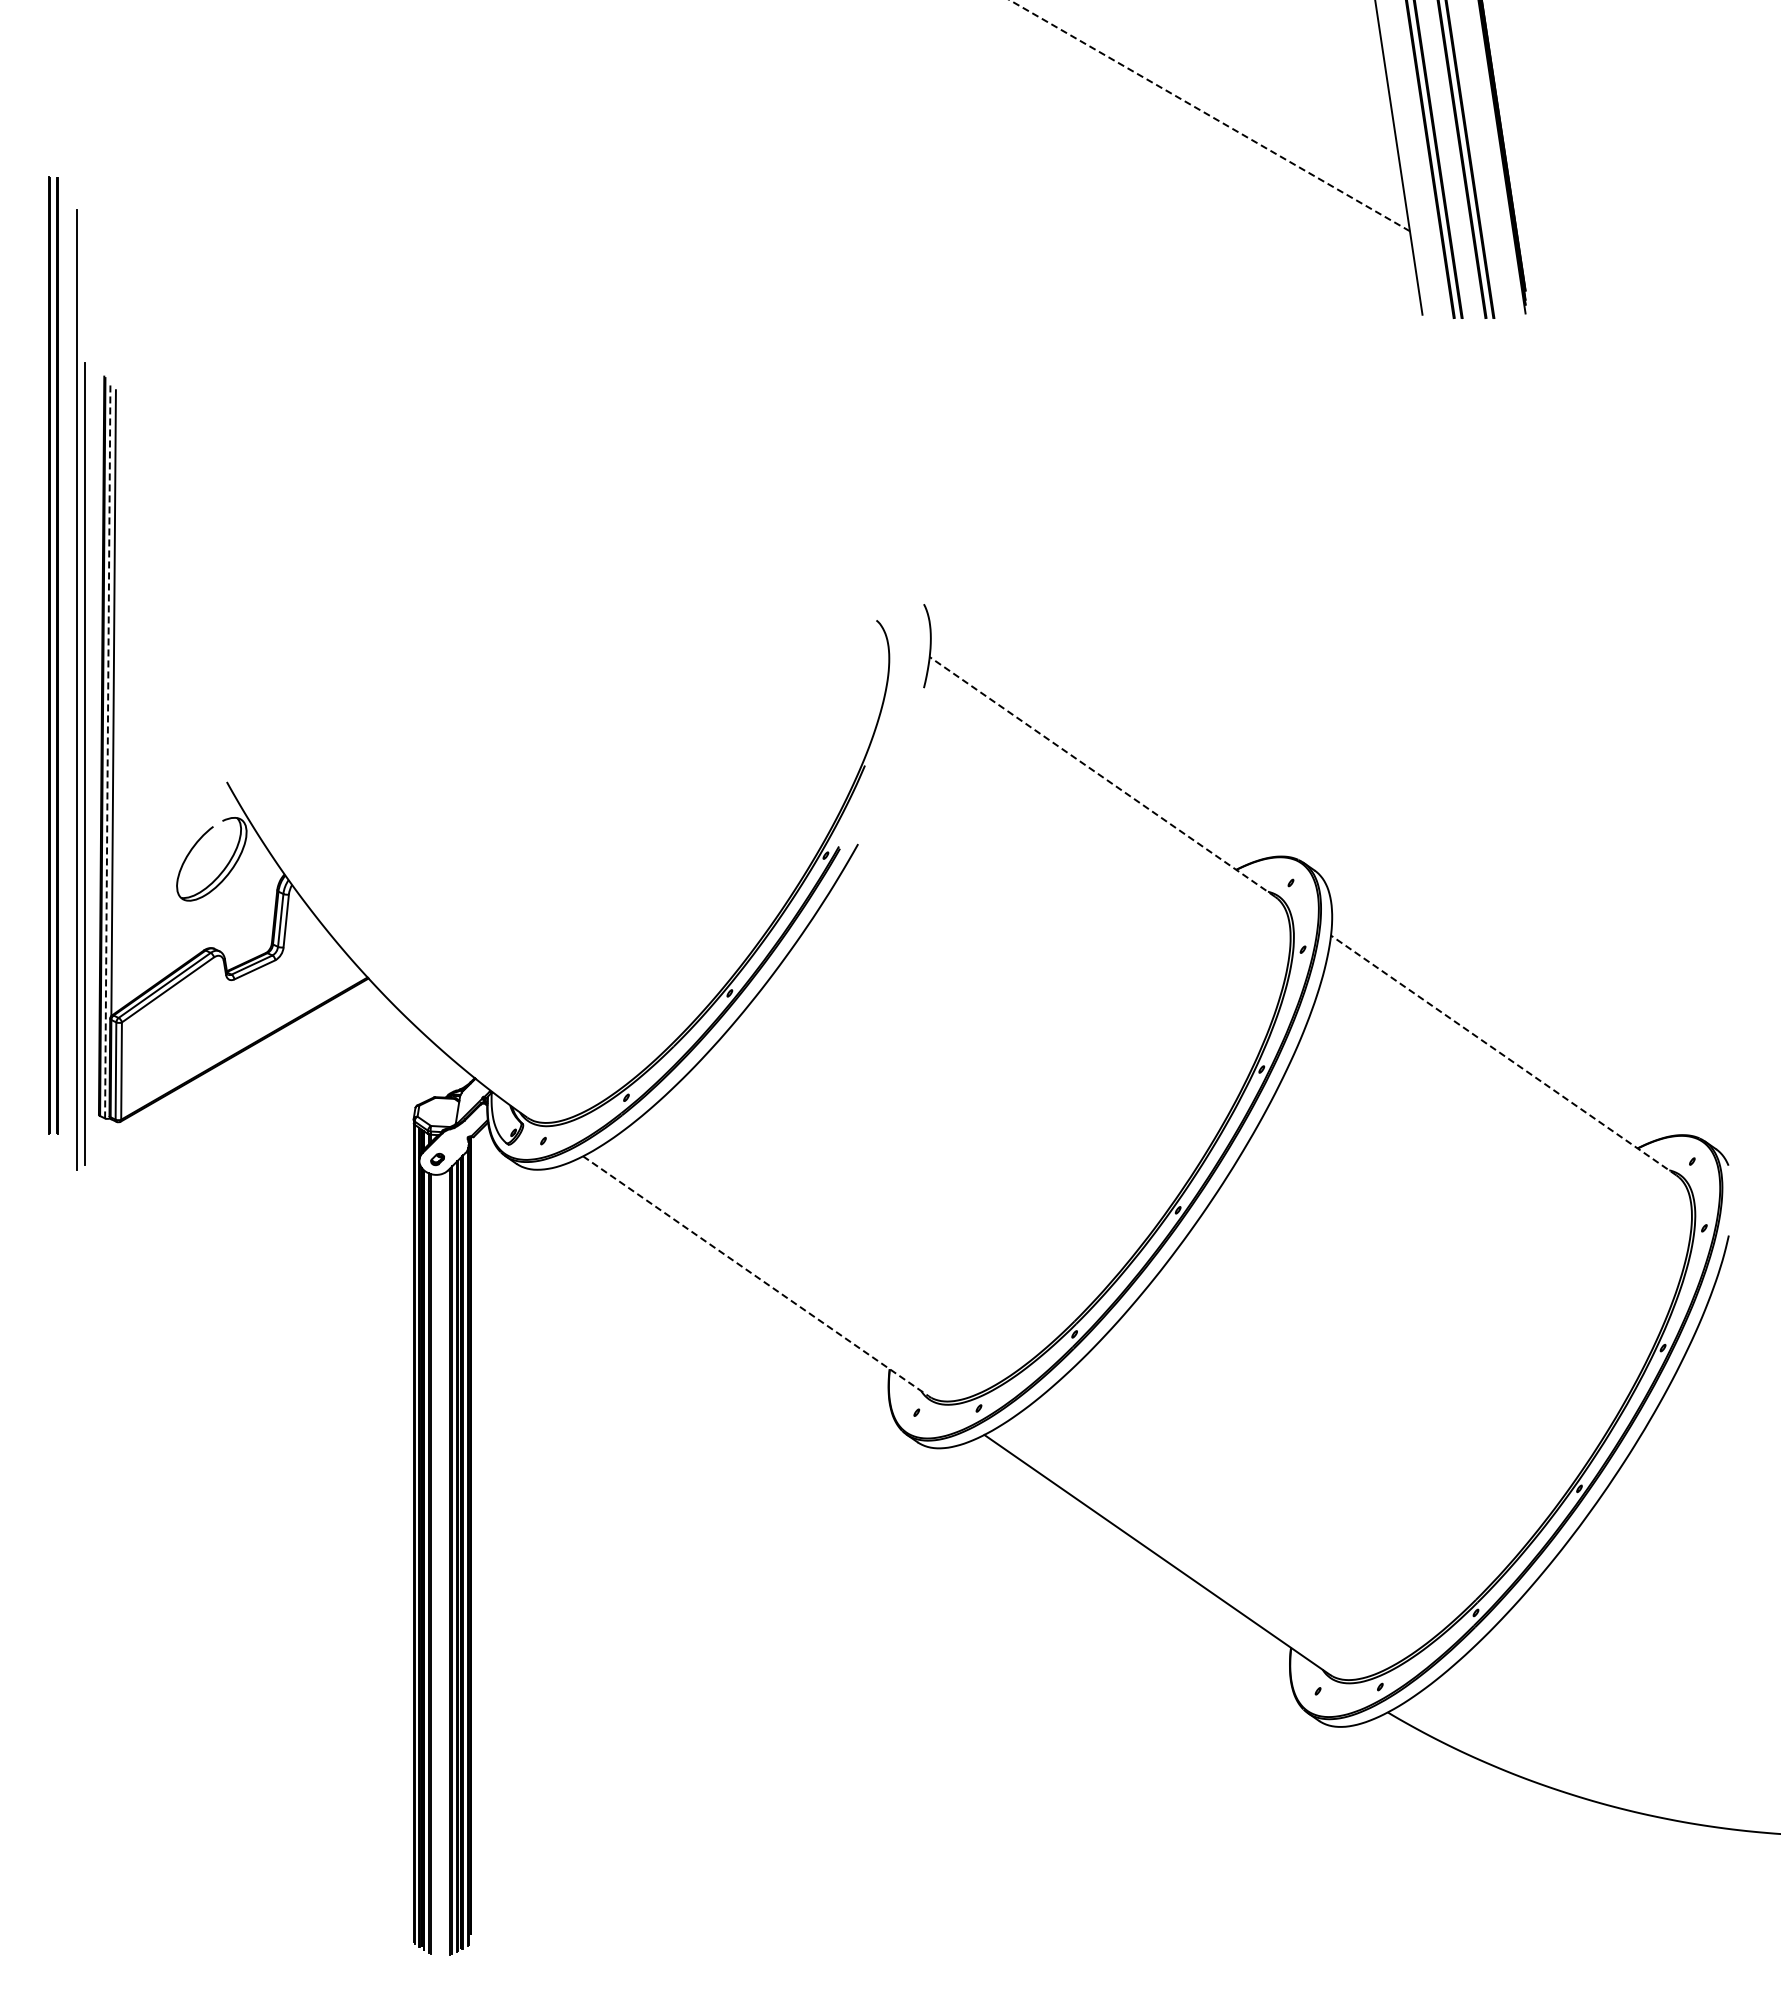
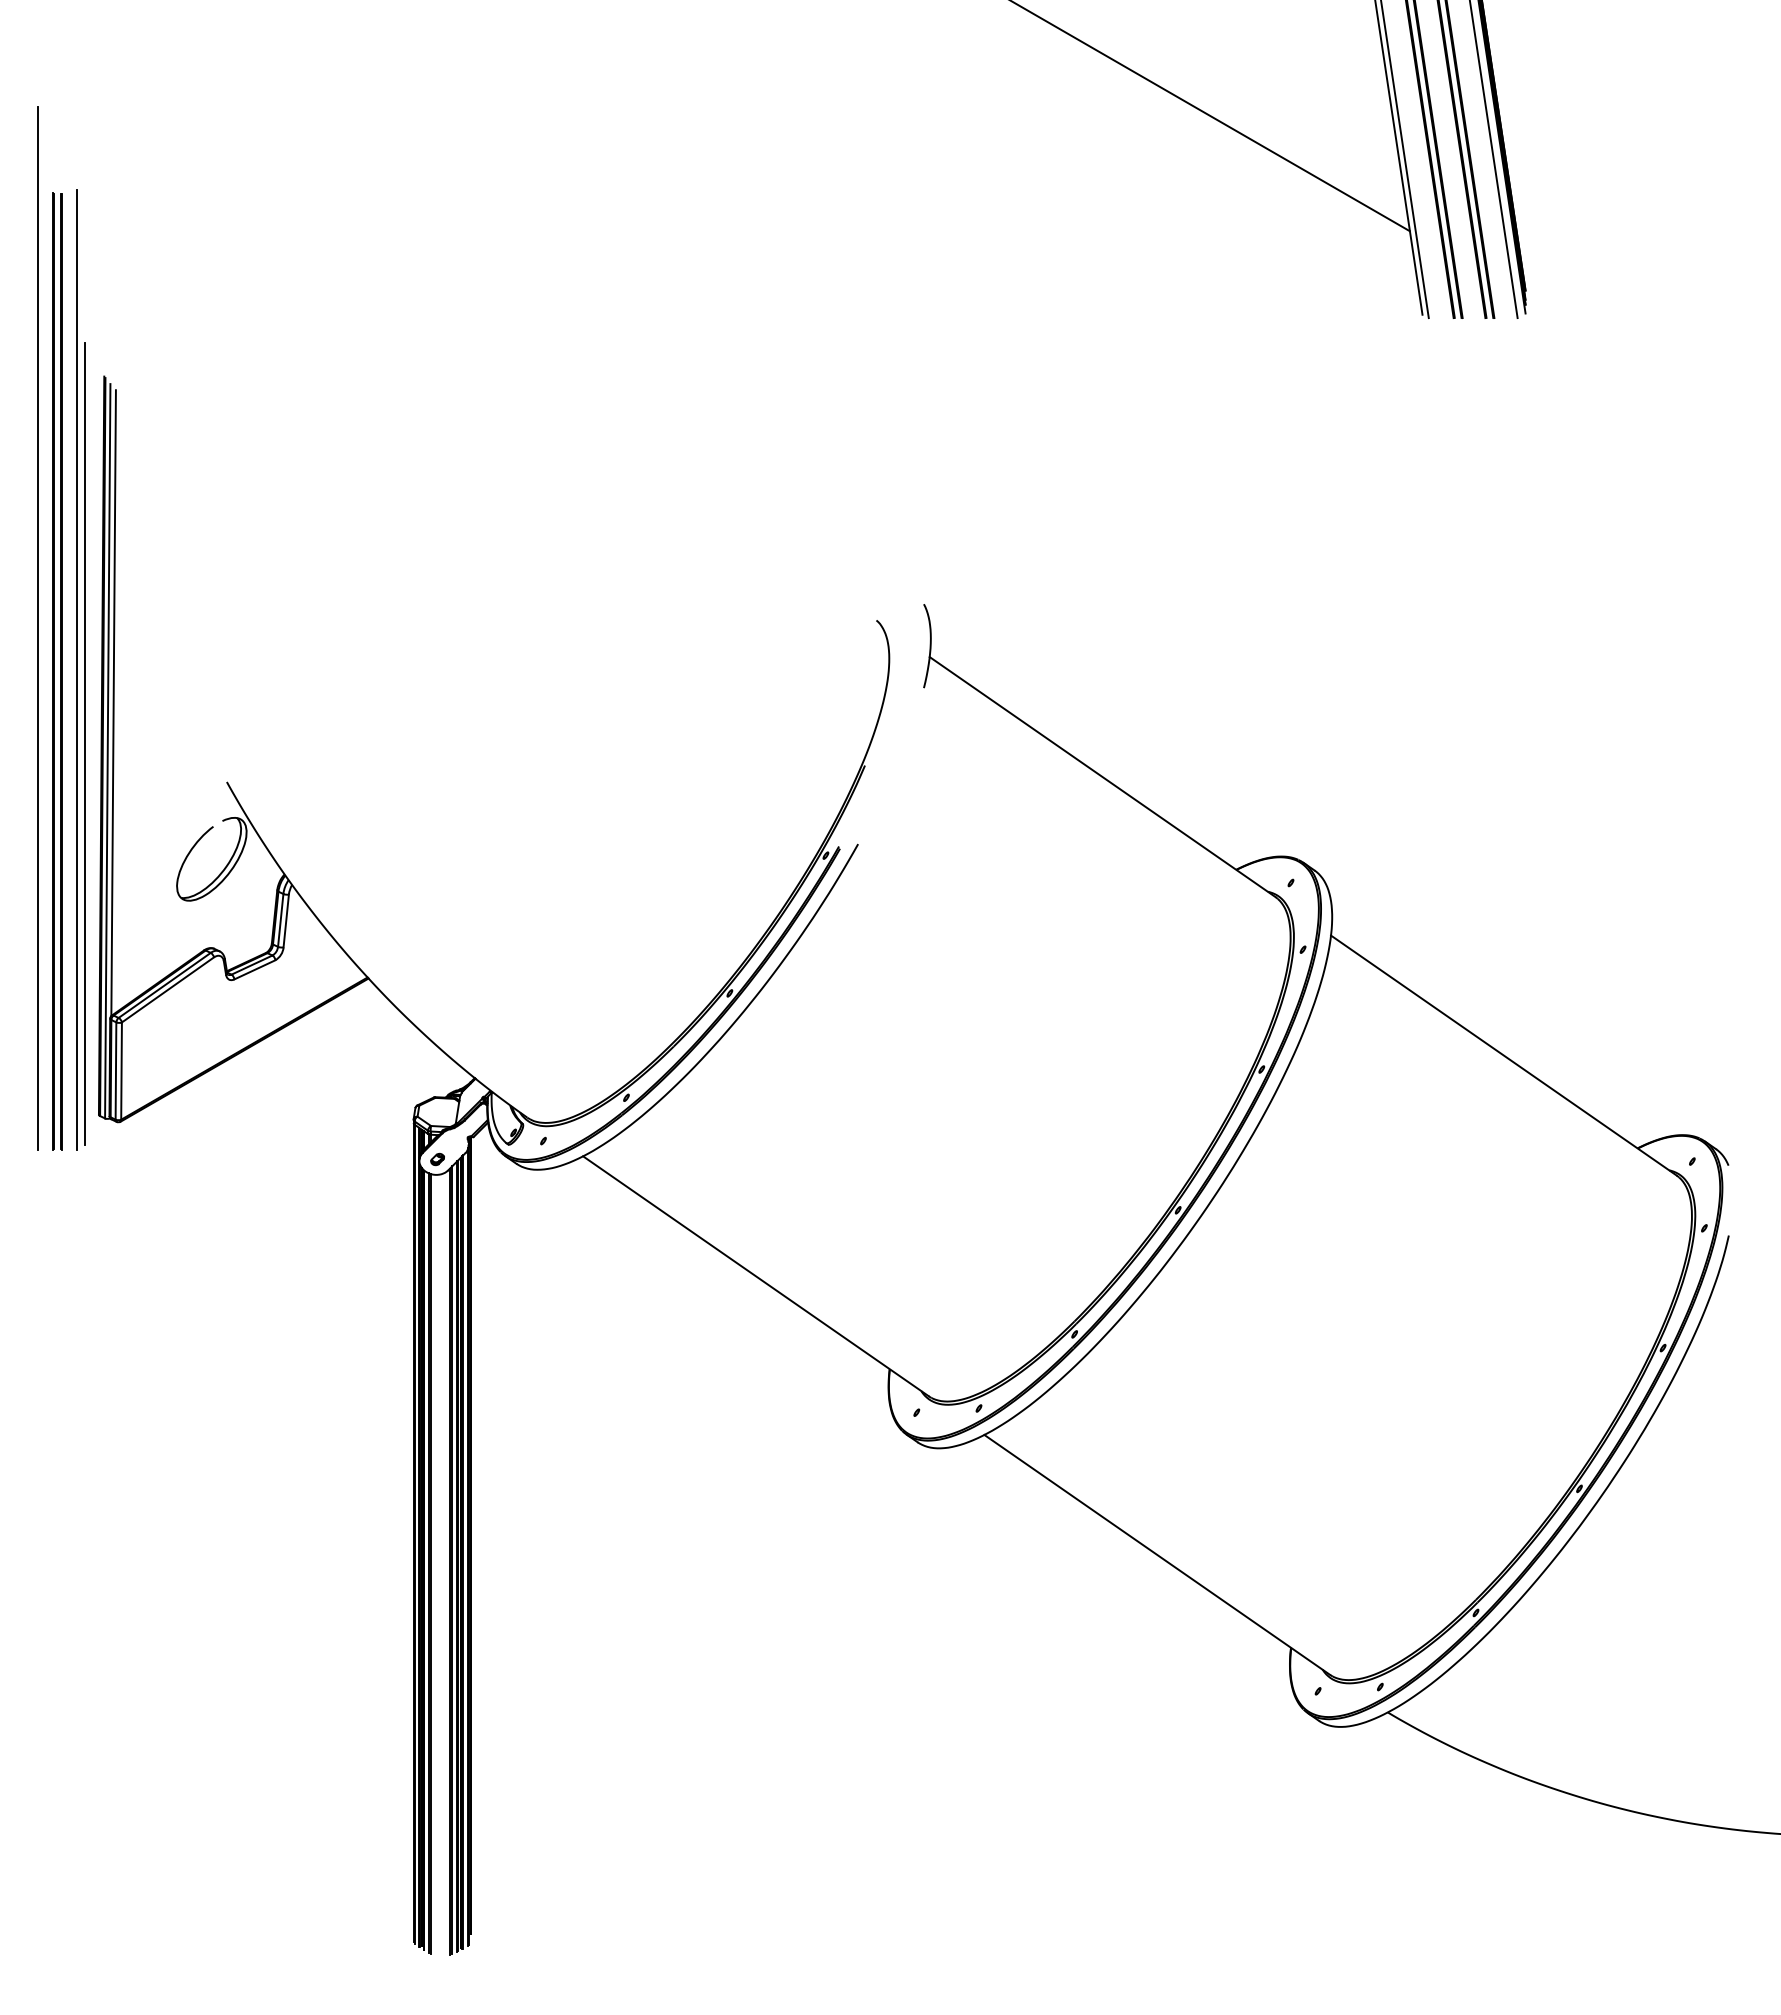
line at (1209, 115): dashed -> solid
line at (1404, 160): none -> present
line at (1493, 160): none -> present
line at (38, 627): none -> present
part at (53, 655) position: (53, 655) -> (57, 671)
part at (80, 689) position: (80, 689) -> (80, 669)
line at (107, 750): dashed -> solid
line at (1102, 776): dashed -> solid
line at (1503, 1055): dashed -> solid
line at (756, 1276): dashed -> solid
